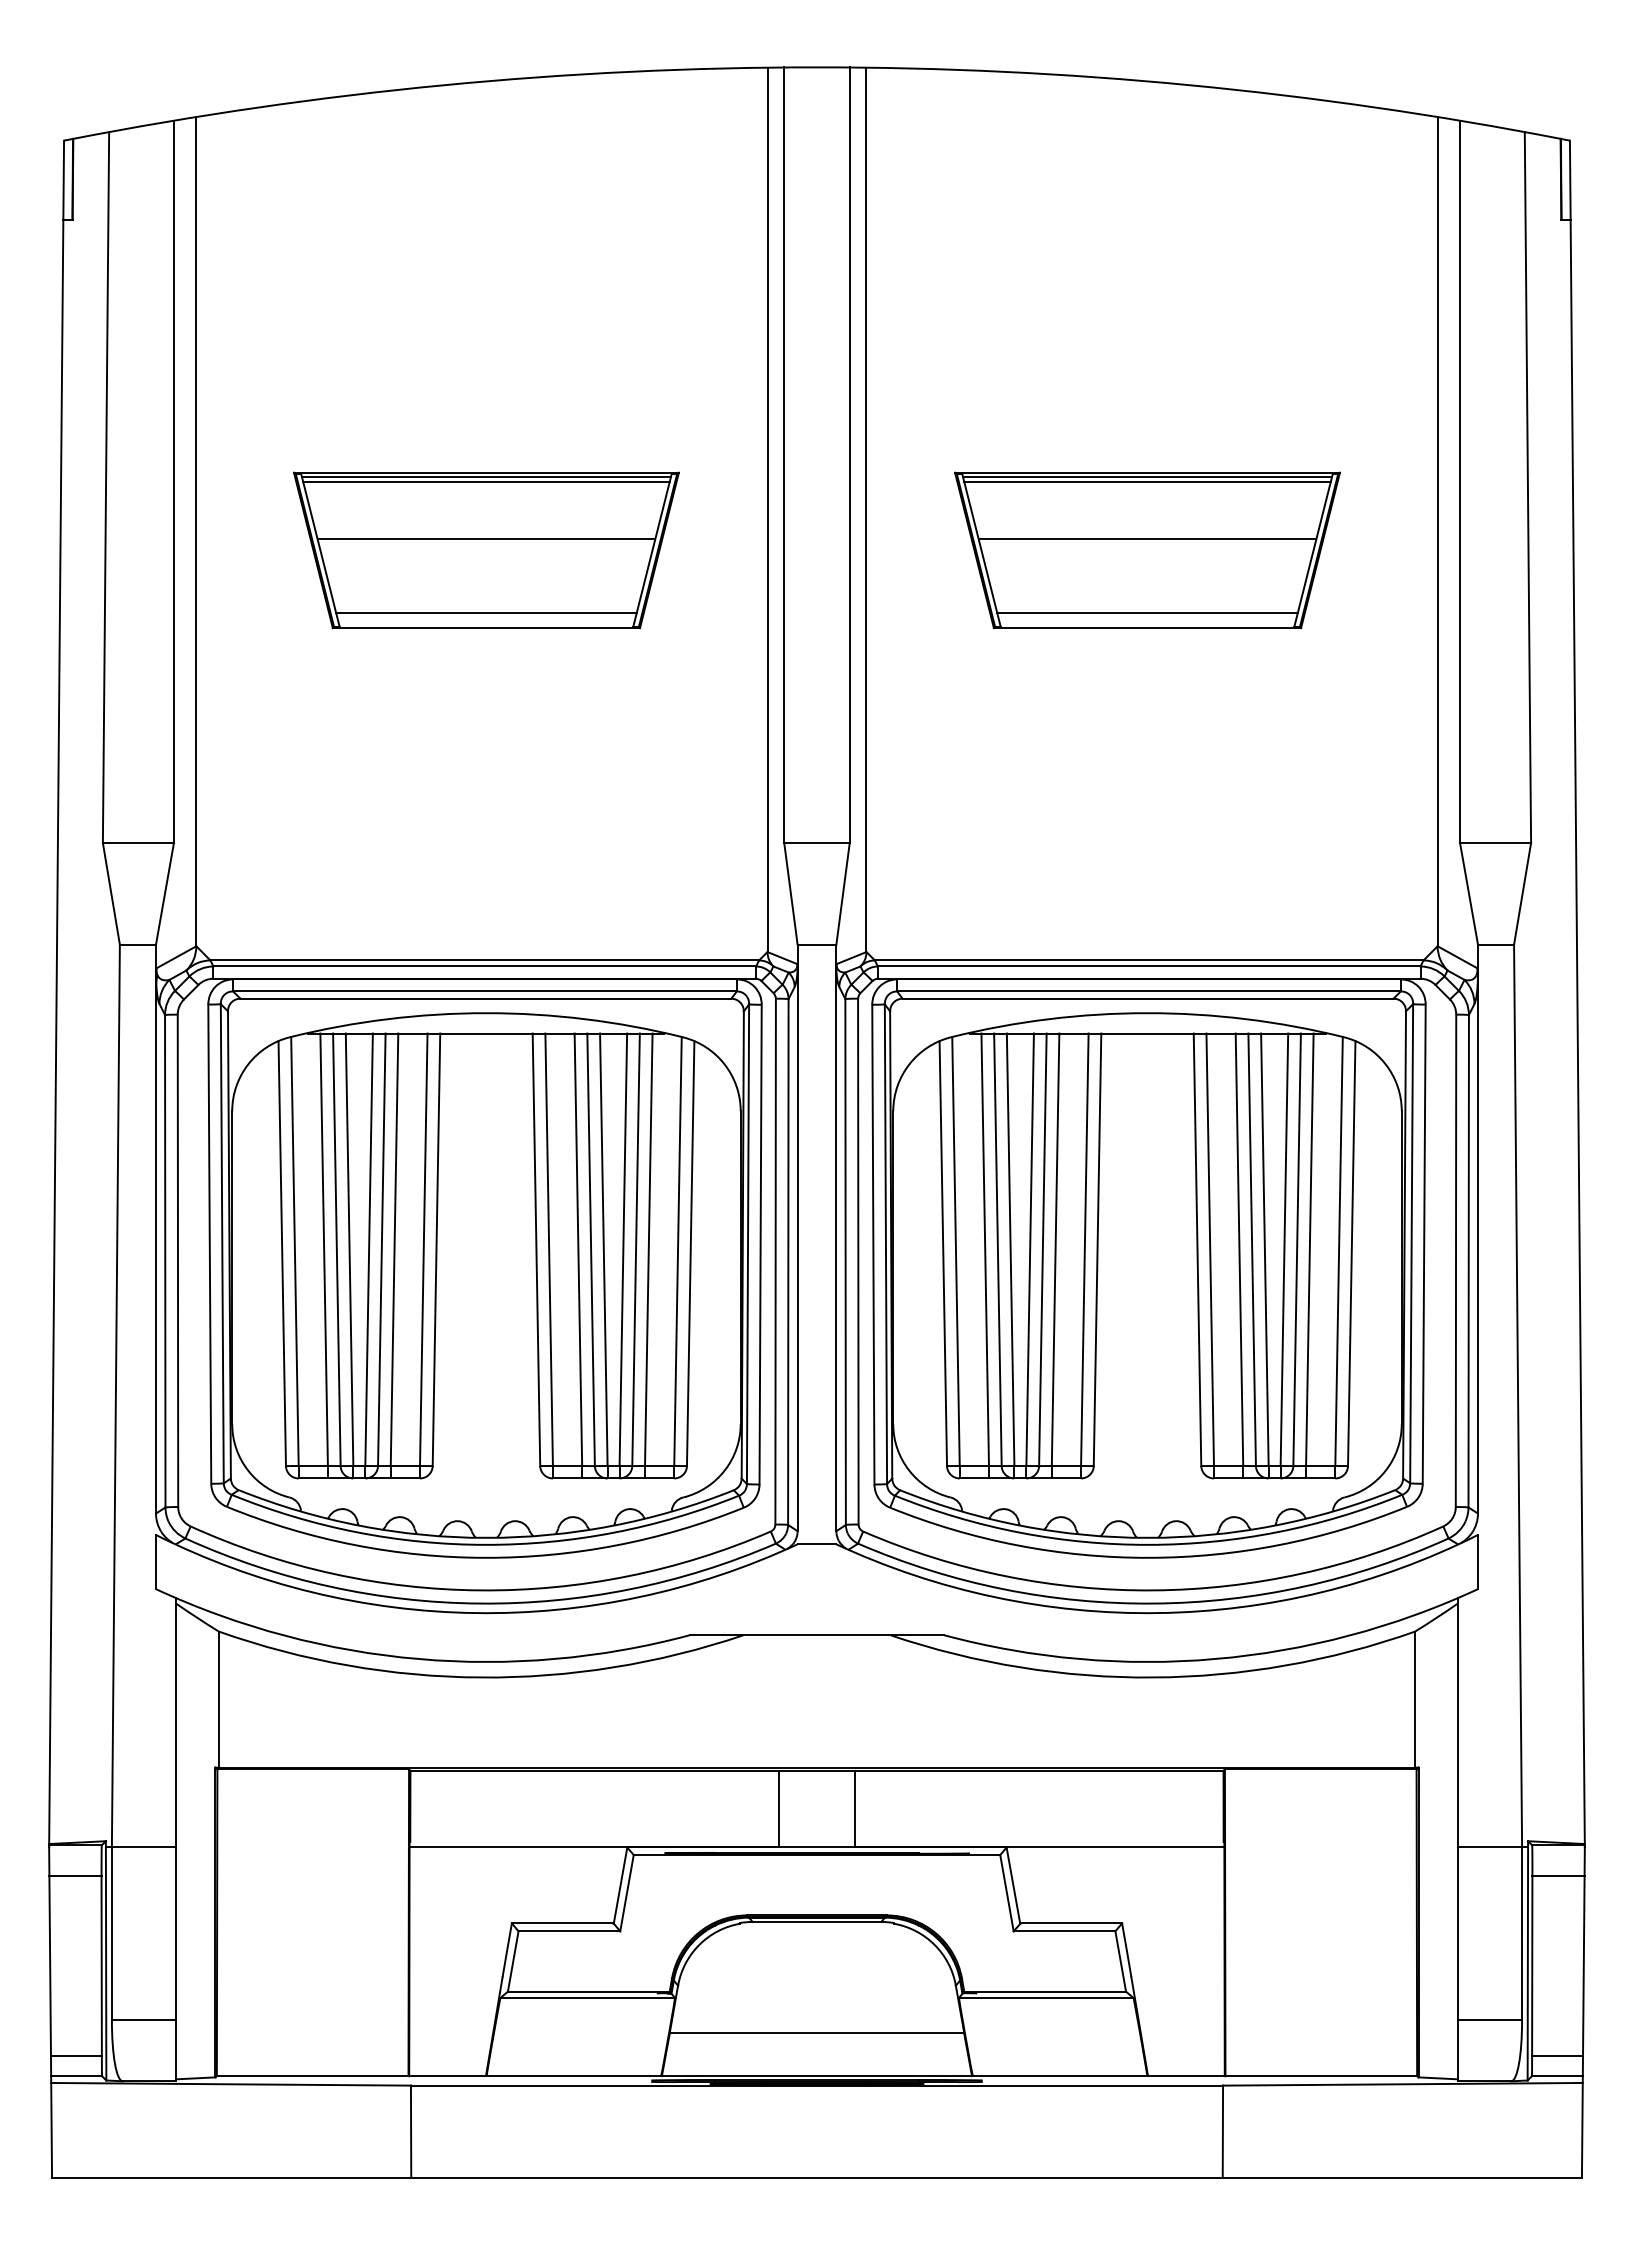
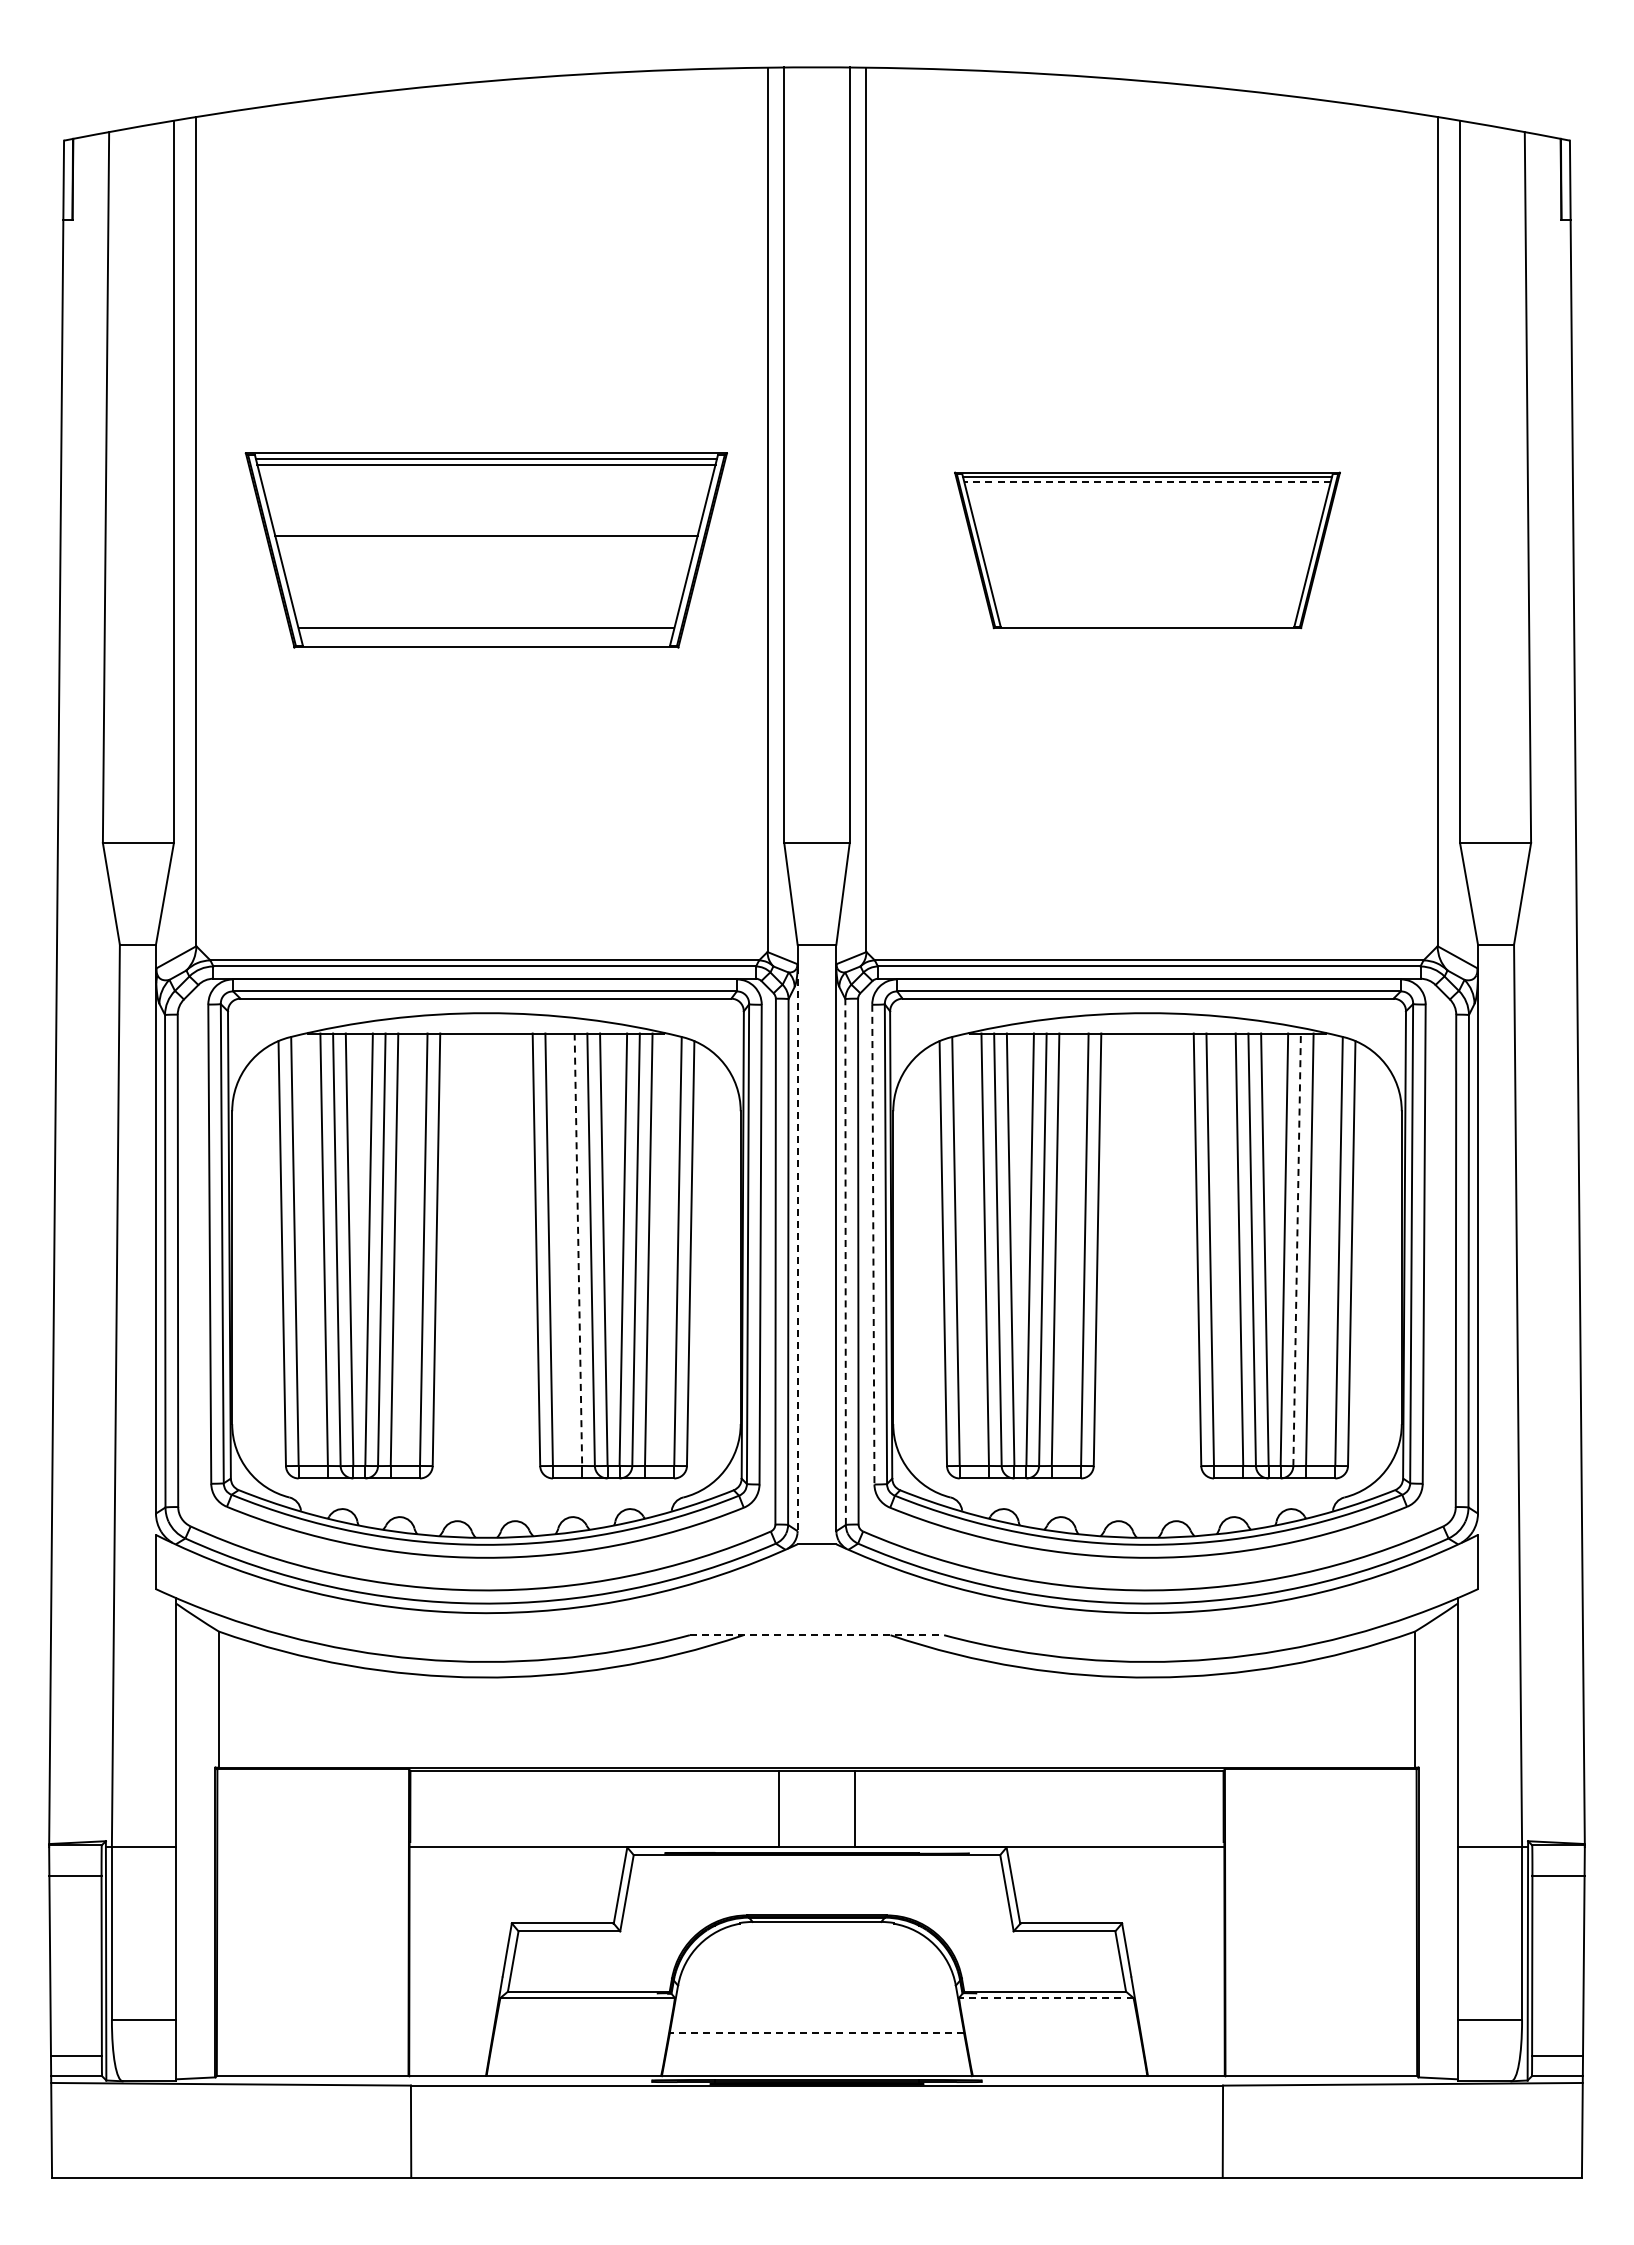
line at (1147, 481): solid -> dashed
line at (1147, 539): present -> none
part at (486, 550) size: 387x159 px -> 484x197 px
line at (1147, 612): present -> none
line at (873, 1244): solid -> dashed
line at (797, 1249): solid -> dashed
line at (1297, 1249): solid -> dashed
line at (578, 1250): solid -> dashed
line at (845, 1262): solid -> dashed
line at (817, 1635): solid -> dashed
line at (1045, 1997): solid -> dashed
line at (816, 2033): solid -> dashed
